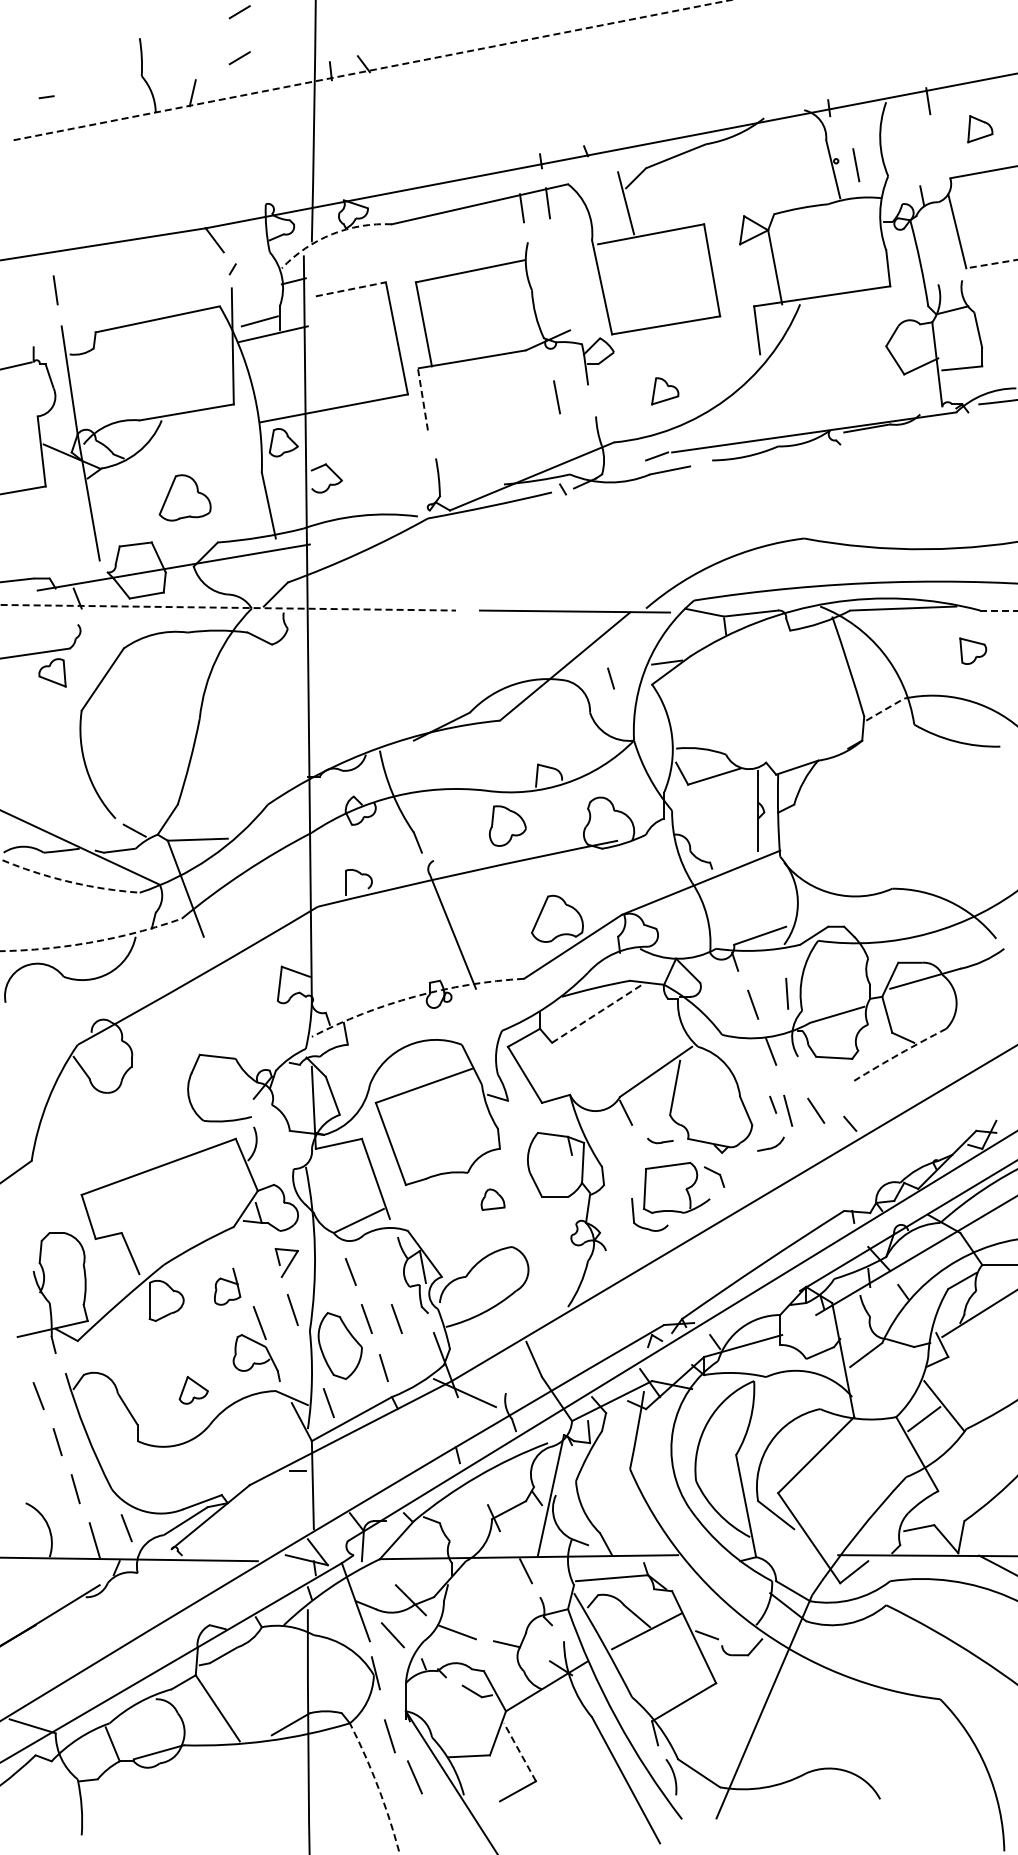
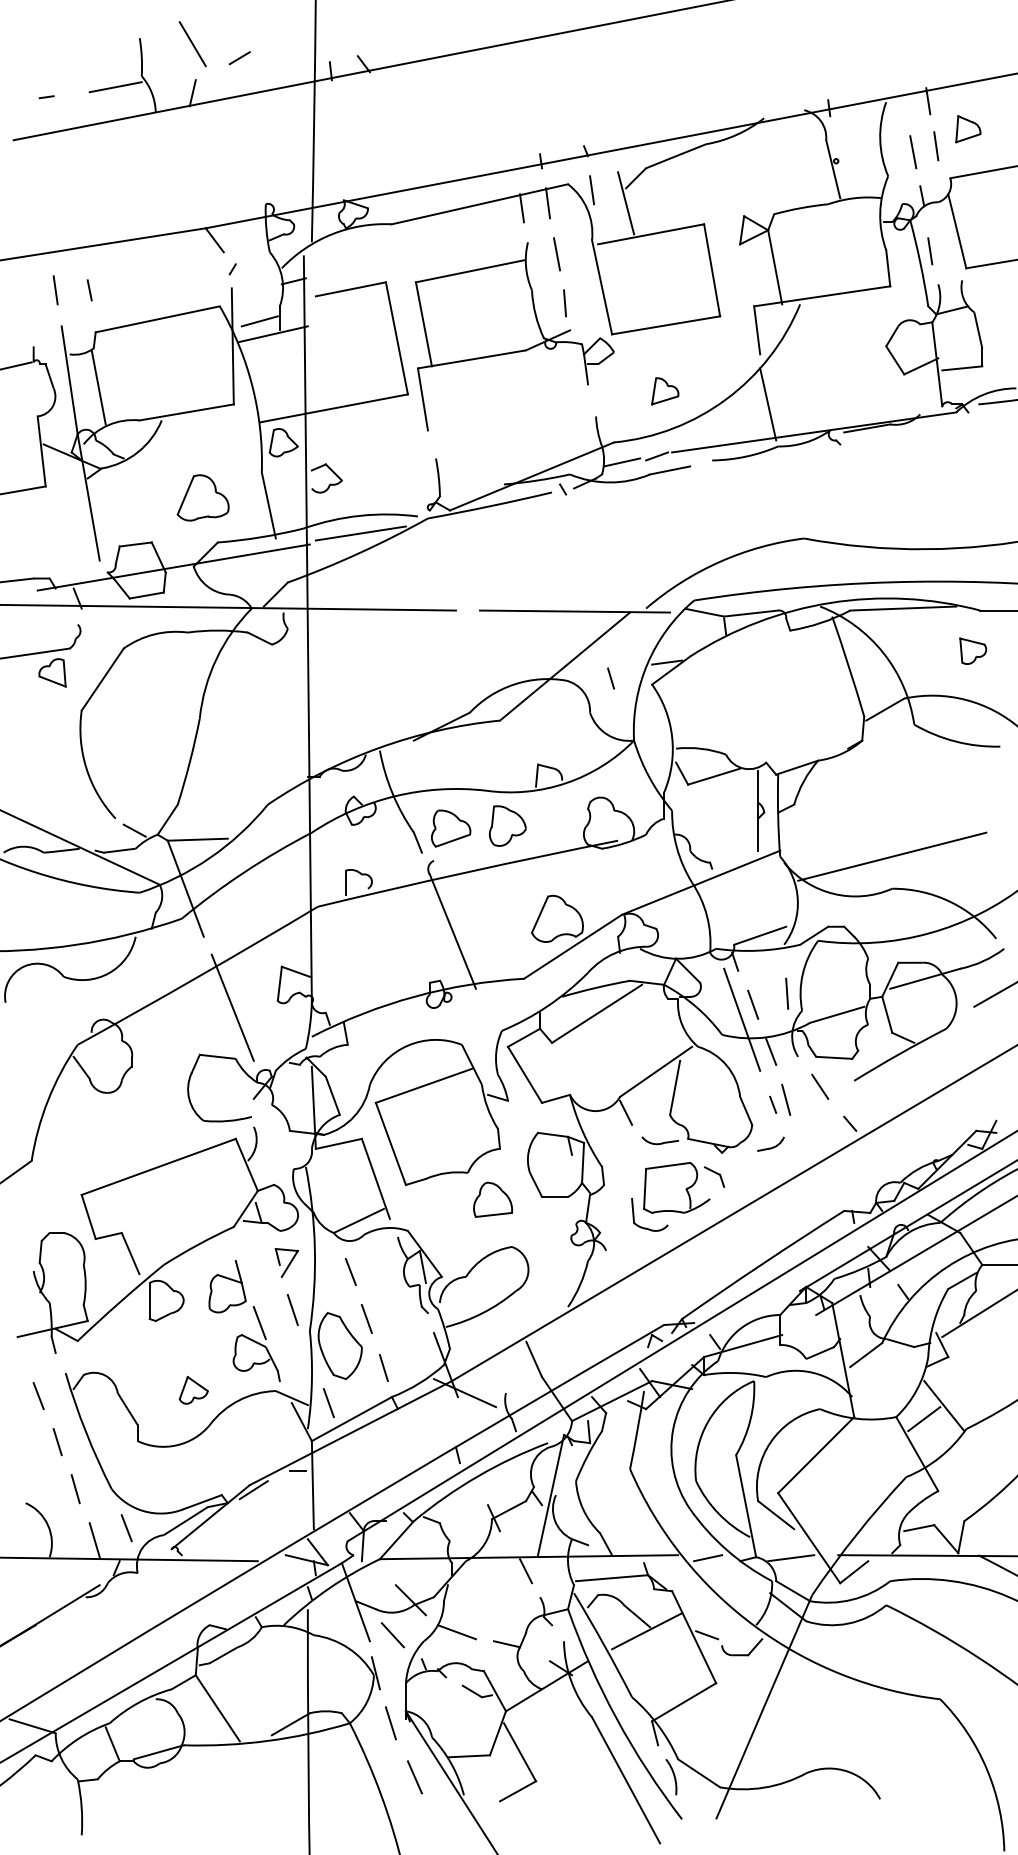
line at (239, 12): present -> none
line at (192, 44): none -> present
line at (372, 70): dashed -> solid
line at (115, 87): none -> present
part at (980, 129) position: (980, 129) -> (968, 129)
line at (936, 146): none -> present
line at (856, 165) position: (856, 165) -> (913, 152)
line at (592, 190): none -> present
arc at (332, 234): dashed -> solid
line at (930, 251): none -> present
line at (991, 264): dashed -> solid
line at (350, 289): dashed -> solid
line at (89, 290): none -> present
line at (565, 303): none -> present
line at (98, 387): none -> present
line at (556, 397) position: (556, 397) -> (556, 254)
line at (422, 398): dashed -> solid
line at (768, 404): none -> present
line at (622, 462): none -> present
part at (184, 497) position: (184, 497) -> (202, 497)
line at (360, 533): none -> present
line at (228, 607): dashed -> solid
line at (999, 610): dashed -> solid
line at (885, 709): dashed -> solid
part at (451, 828): none -> present
line at (892, 856): none -> present
arc at (68, 881): dashed -> solid
arc at (92, 942): dashed -> solid
line at (994, 994): none -> present
arc at (414, 996): dashed -> solid
line at (232, 1007): none -> present
line at (597, 1013): dashed -> solid
line at (742, 1019): none -> present
arc at (899, 1053): dashed -> solid
line at (788, 1110) position: (788, 1110) -> (786, 1099)
line at (816, 1110) position: (816, 1110) -> (820, 1086)
part at (660, 1140) size: 27x8 px -> 38x10 px
part at (492, 1199) size: 26x23 px -> 40x37 px
part at (227, 1286) size: 28x39 px -> 39x54 px
line at (396, 1318): present -> none
line at (253, 1490): none -> present
line at (708, 1558): none -> present
line at (791, 1558): none -> present
line at (389, 1736) position: (389, 1736) -> (390, 1723)
line at (519, 1751): dashed -> solid
arc at (378, 1787): dashed -> solid
